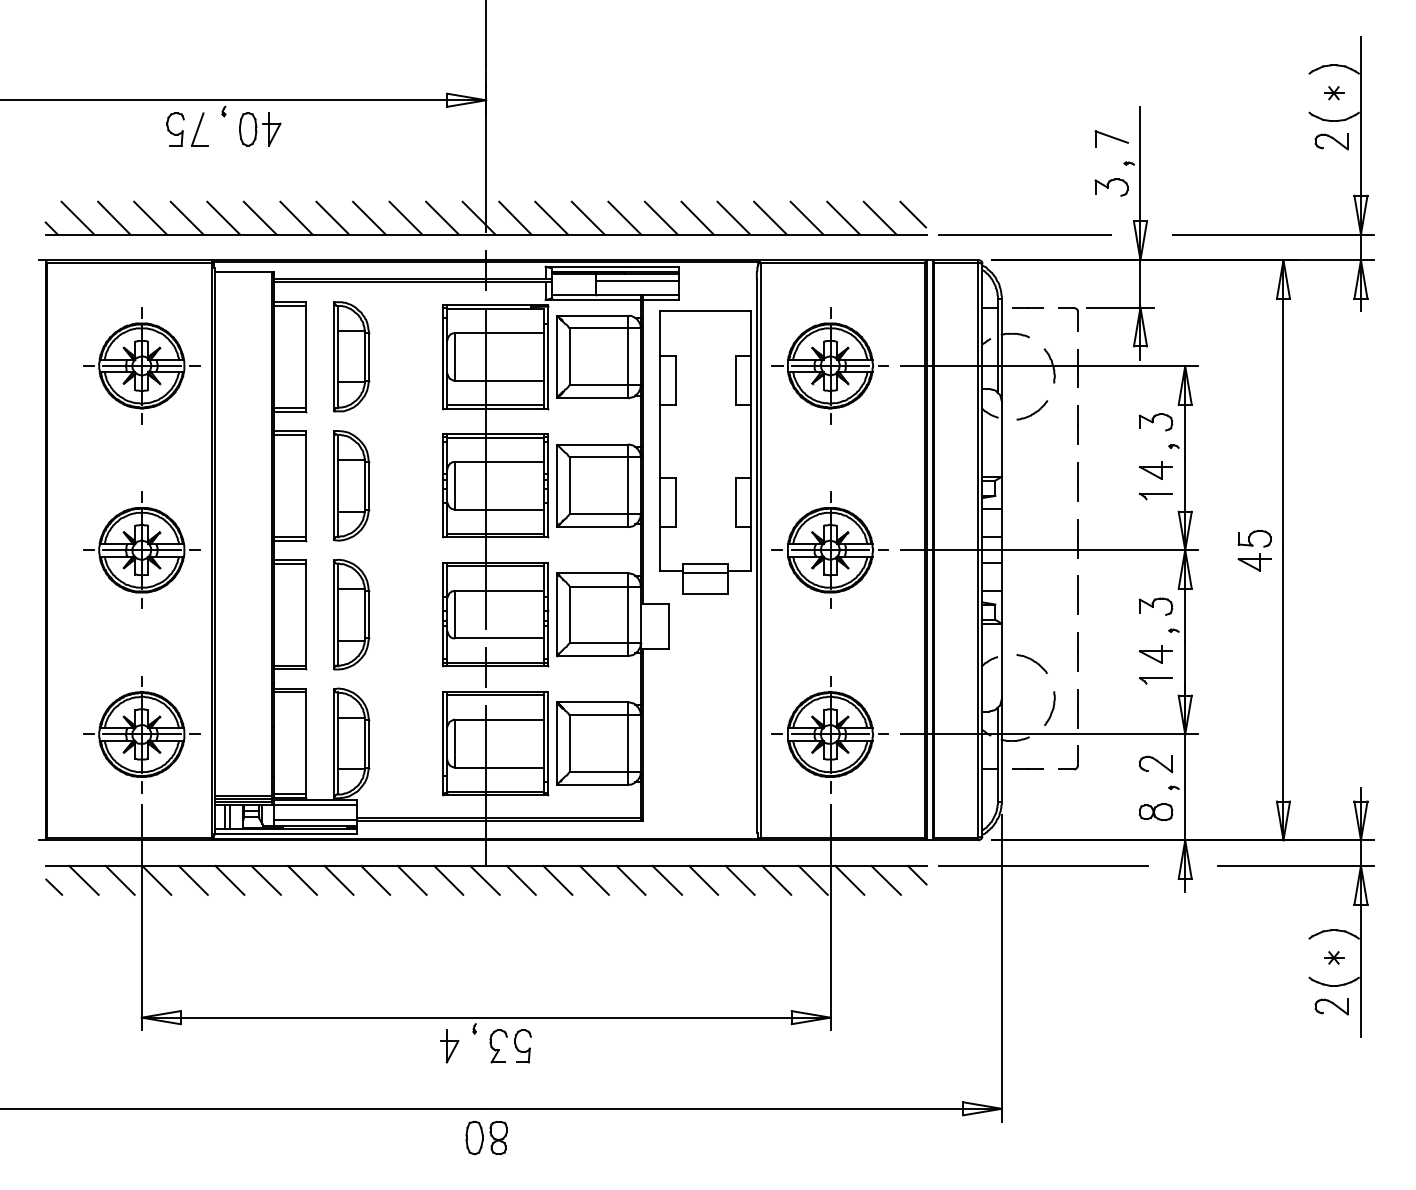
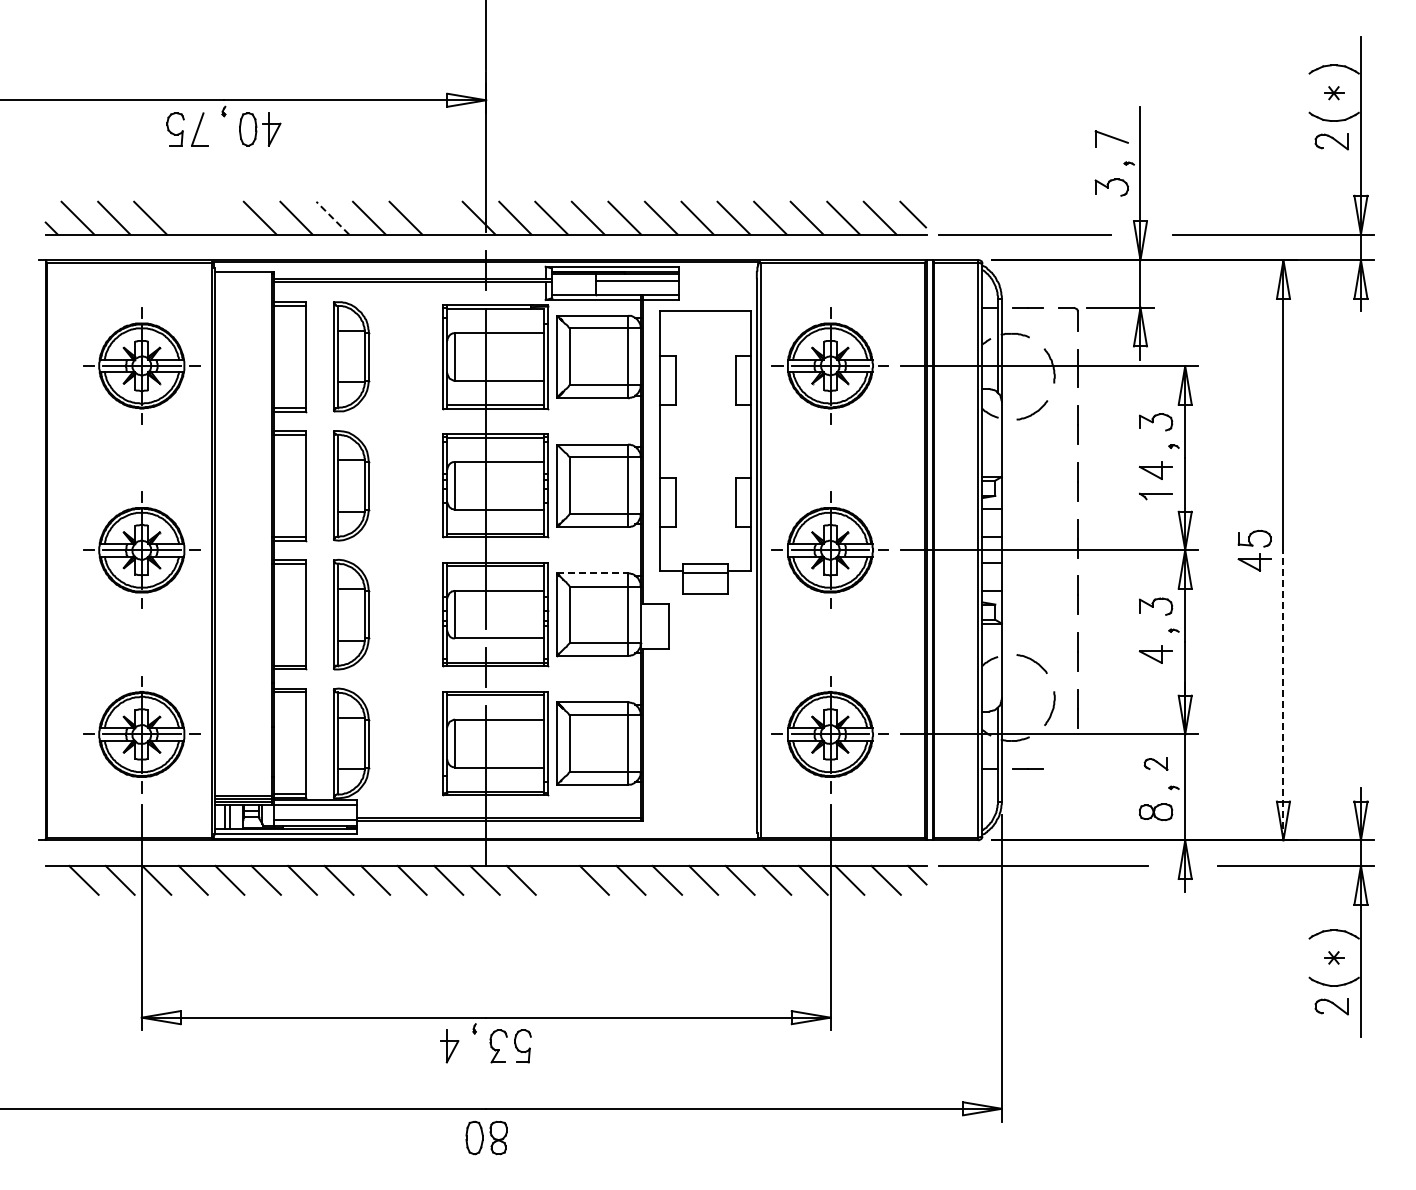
line at (186, 217): present -> none
line at (223, 217): present -> none
line at (332, 217): solid -> dashed
line at (442, 217): present -> none
line at (593, 573): solid -> dashed
part at (1155, 680): present -> none
line at (1283, 694): solid -> dashed
part at (1077, 757): present -> none
part at (1156, 764) size: 35x19 px -> 26x14 px
line at (557, 879): present -> none
line at (54, 886): present -> none
